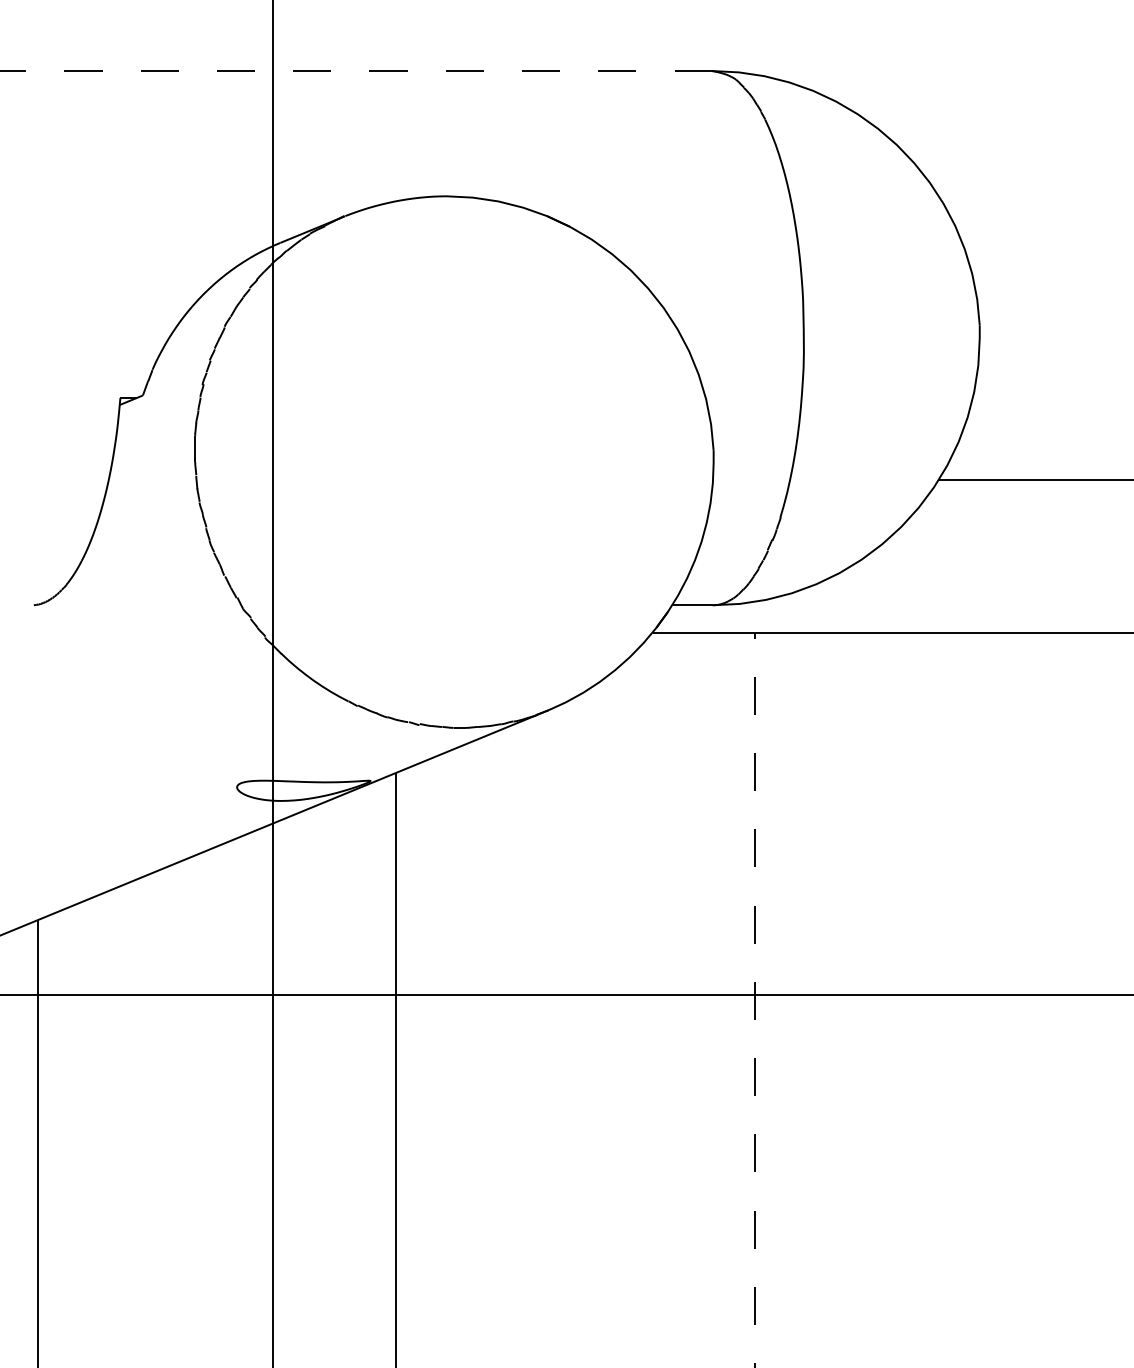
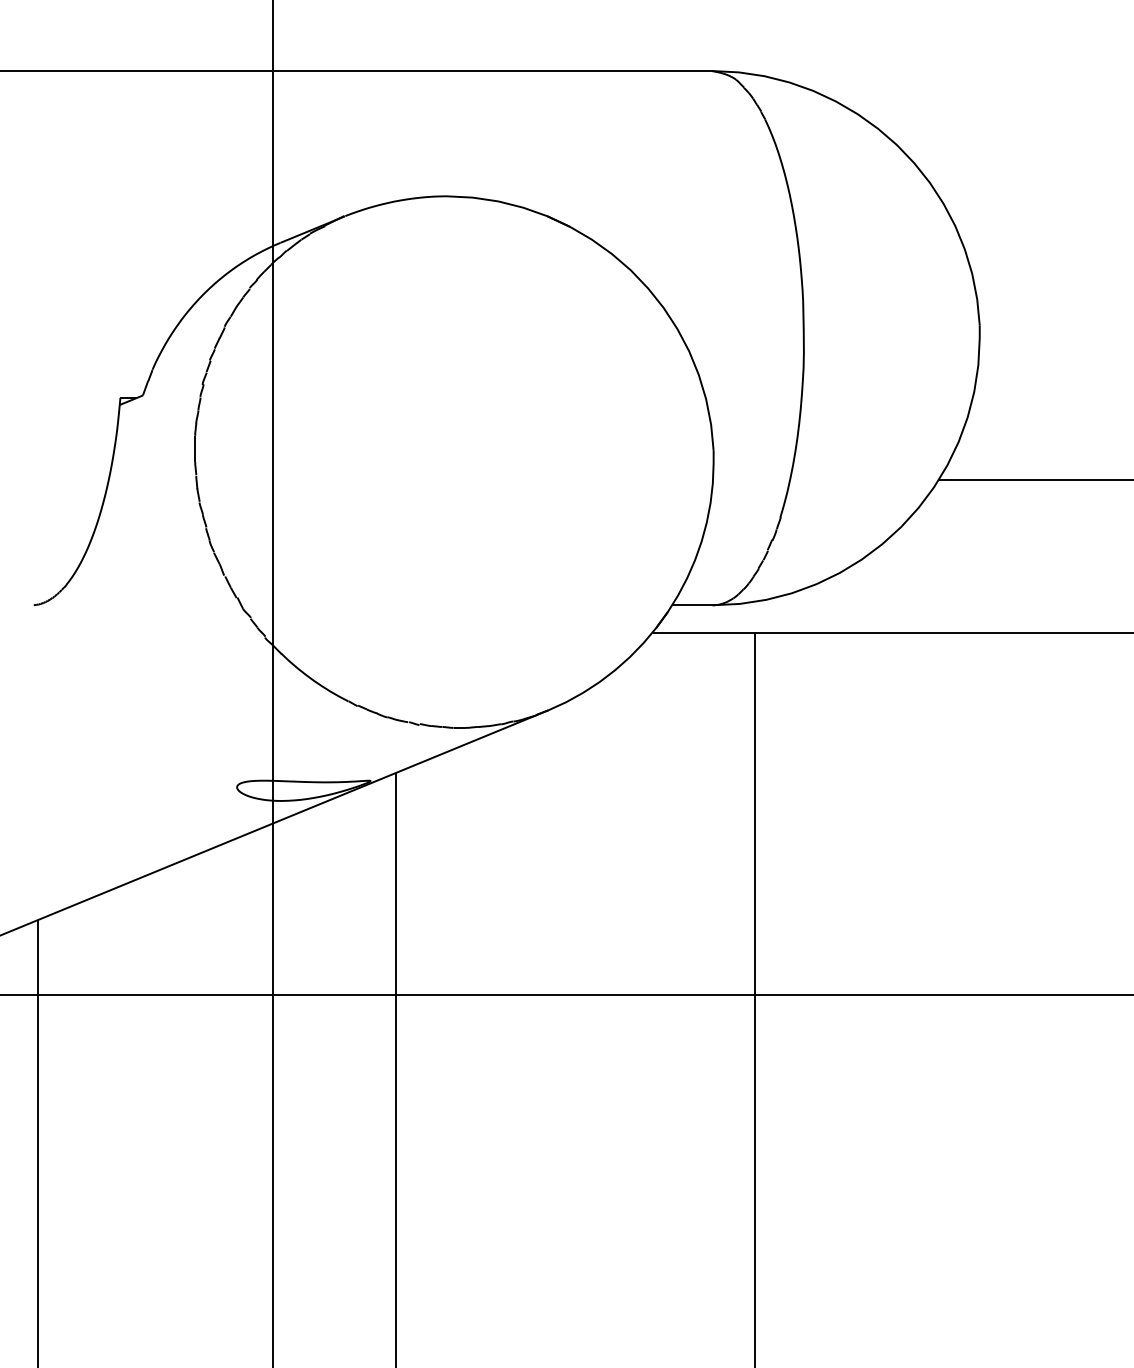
line at (355, 71): dashed -> solid
line at (754, 1000): dashed -> solid
